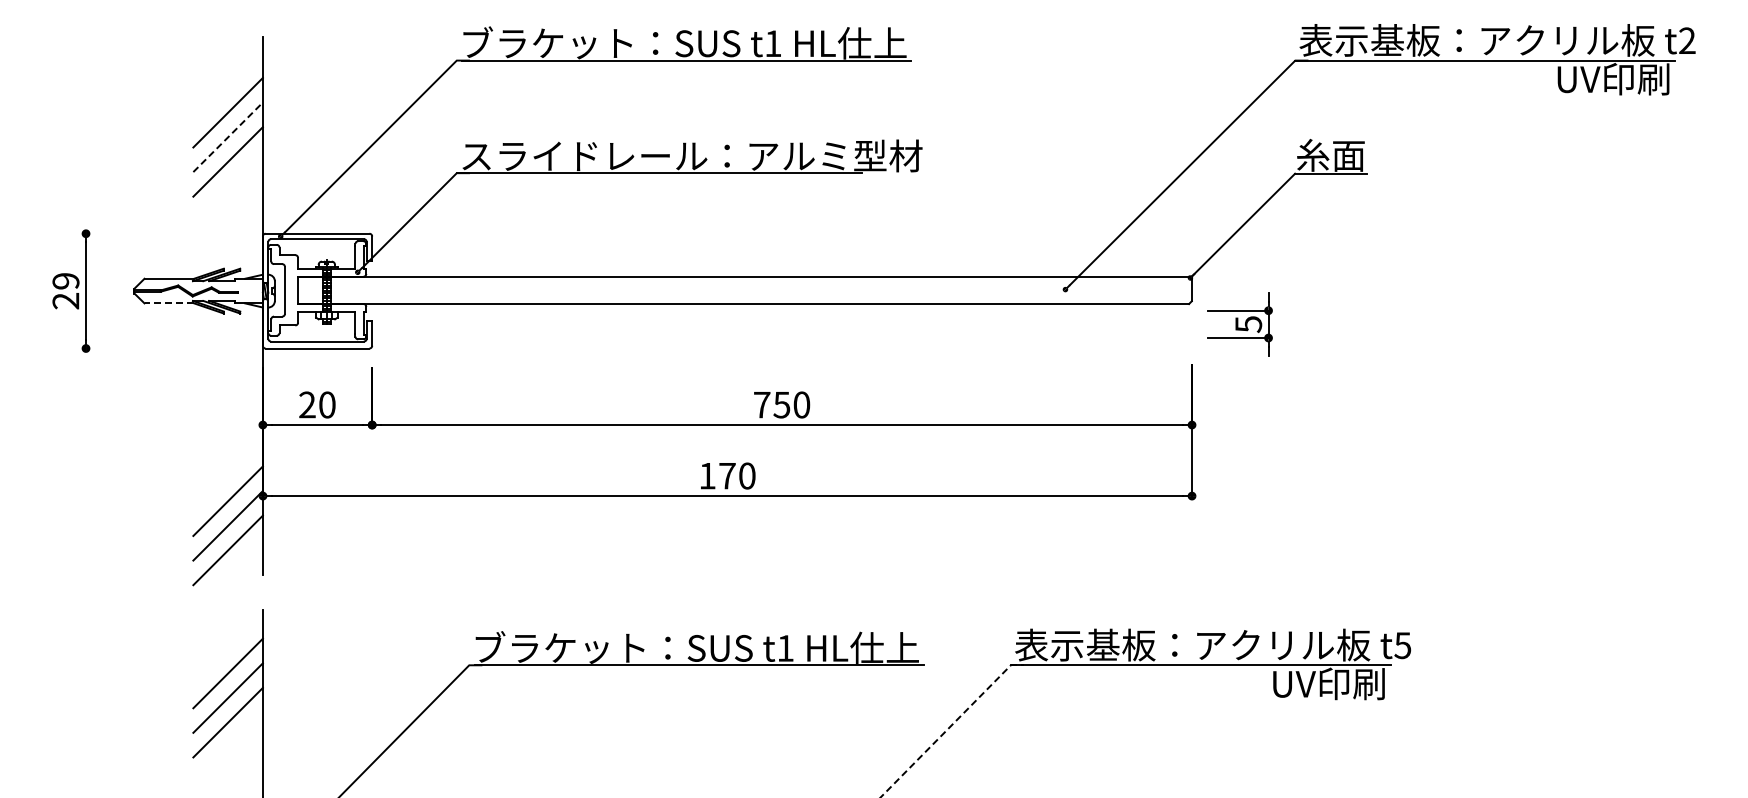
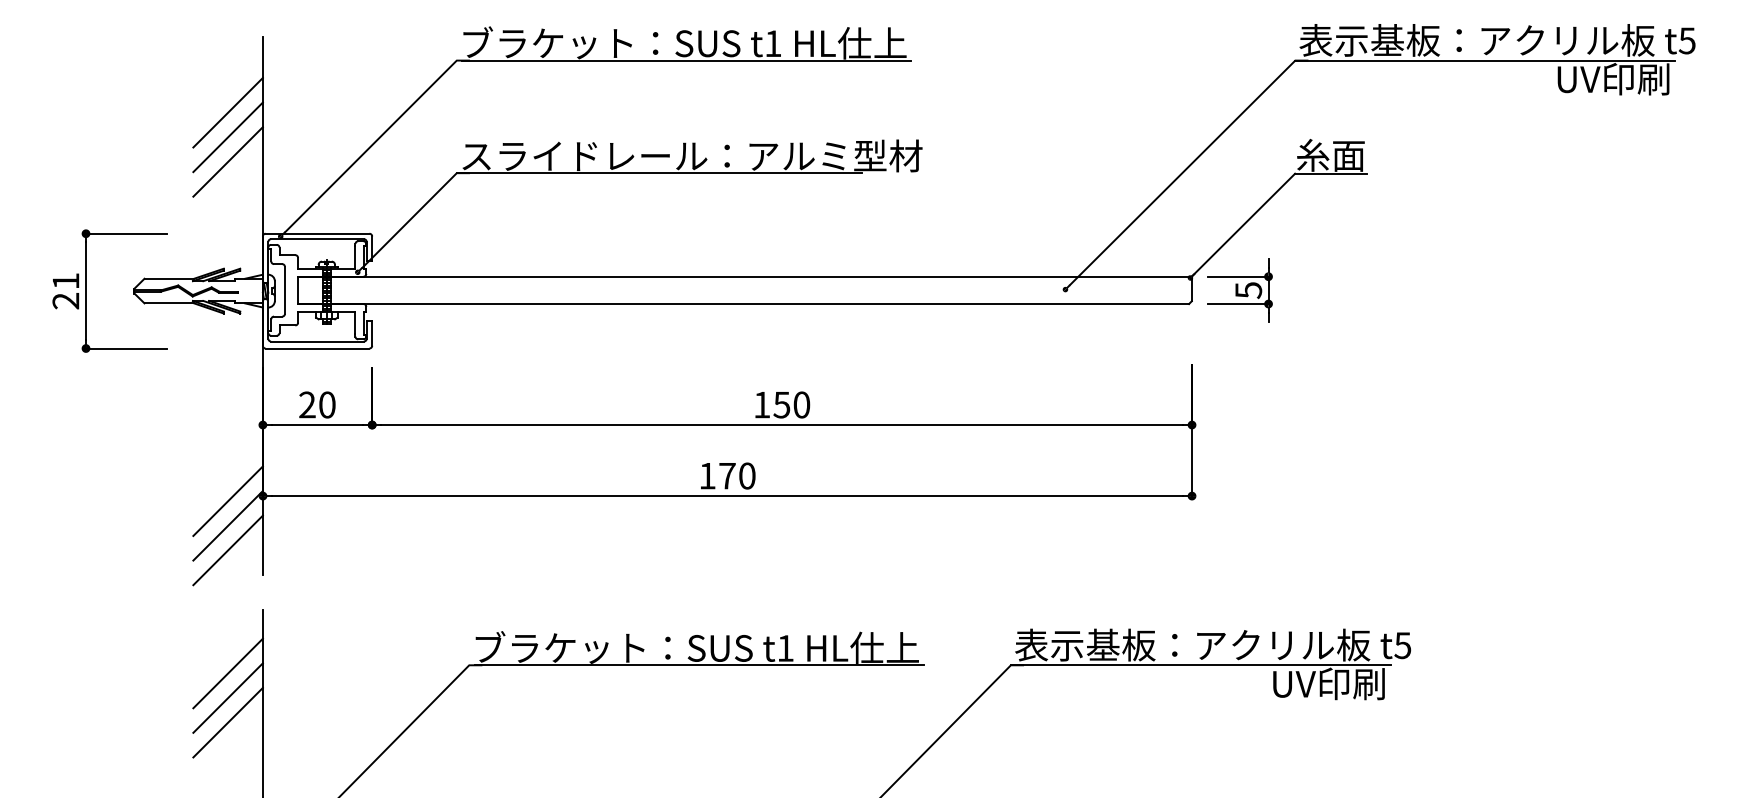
text at (1686, 40): t2 -> t5
line at (228, 136): dashed -> solid
line at (126, 233): none -> present
text at (65, 281): 29 -> 21
line at (169, 303): dashed -> solid
part at (1239, 324) position: (1239, 324) -> (1239, 290)
line at (126, 348): none -> present
text at (762, 405): 750 -> 150
line at (951, 725): dashed -> solid
